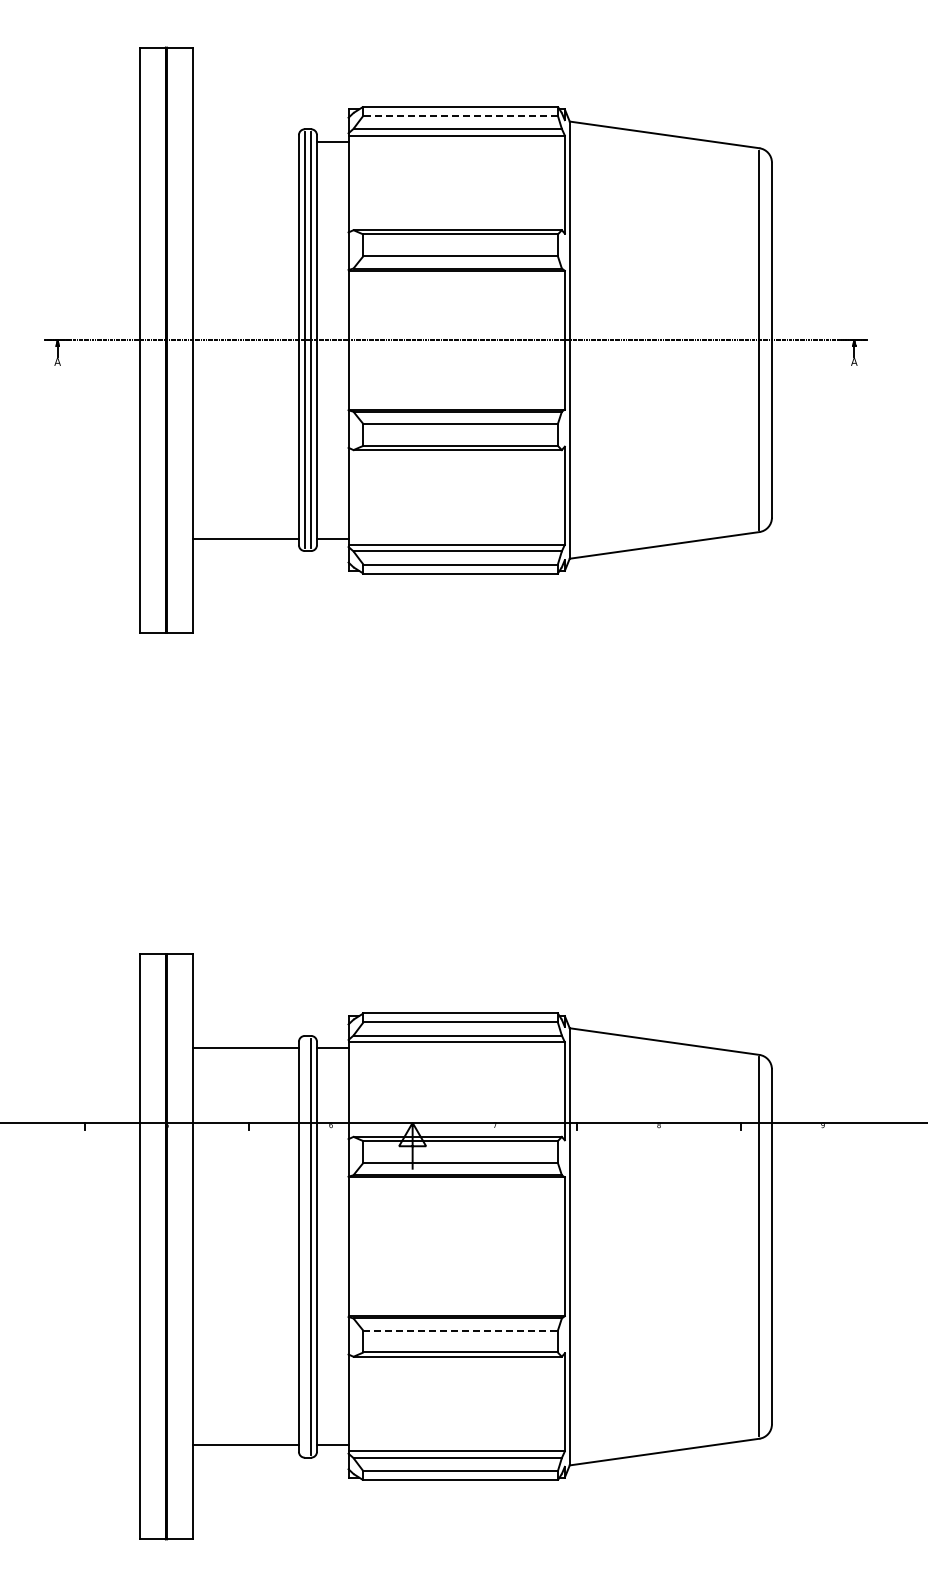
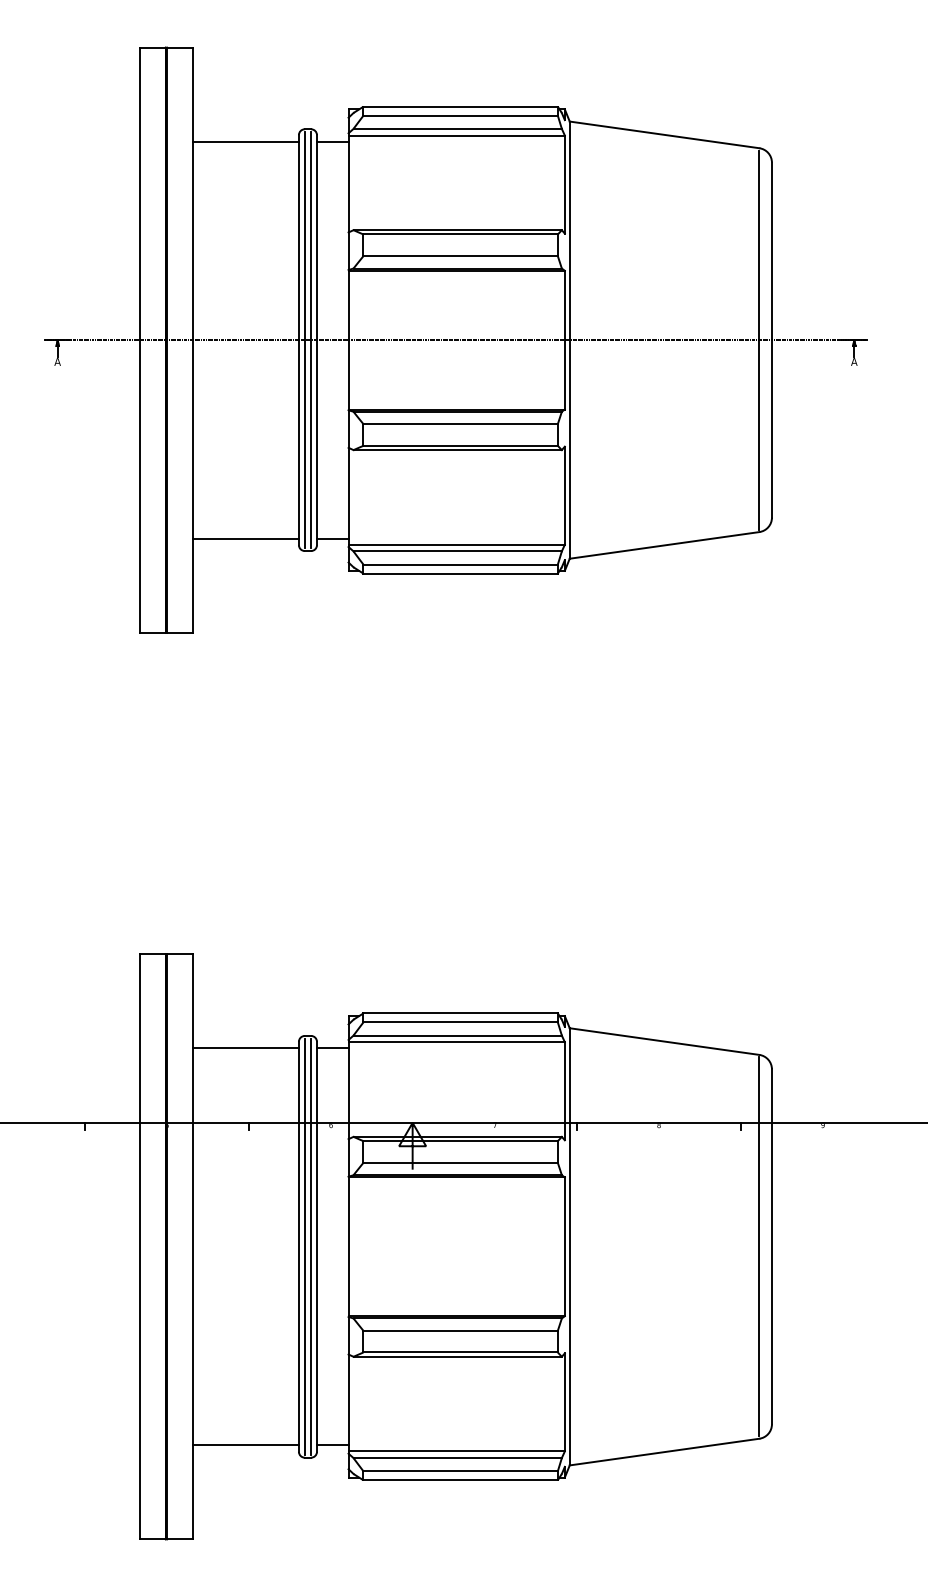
line at (460, 115): dashed -> solid
line at (245, 141): none -> present
line at (304, 1246): none -> present
line at (461, 1330): dashed -> solid
